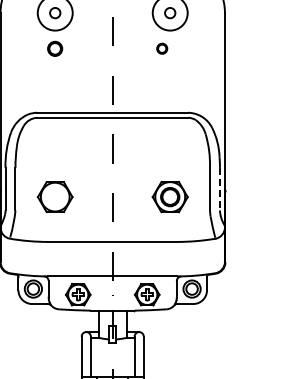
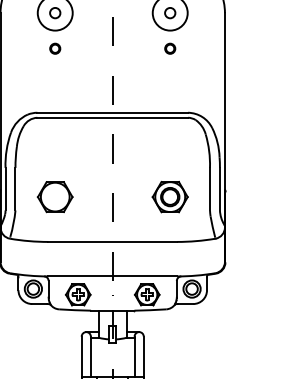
part at (55, 48) size: 17x17 px -> 13x13 px
part at (162, 48) position: (162, 48) -> (170, 48)
line at (219, 189): dashed -> solid
